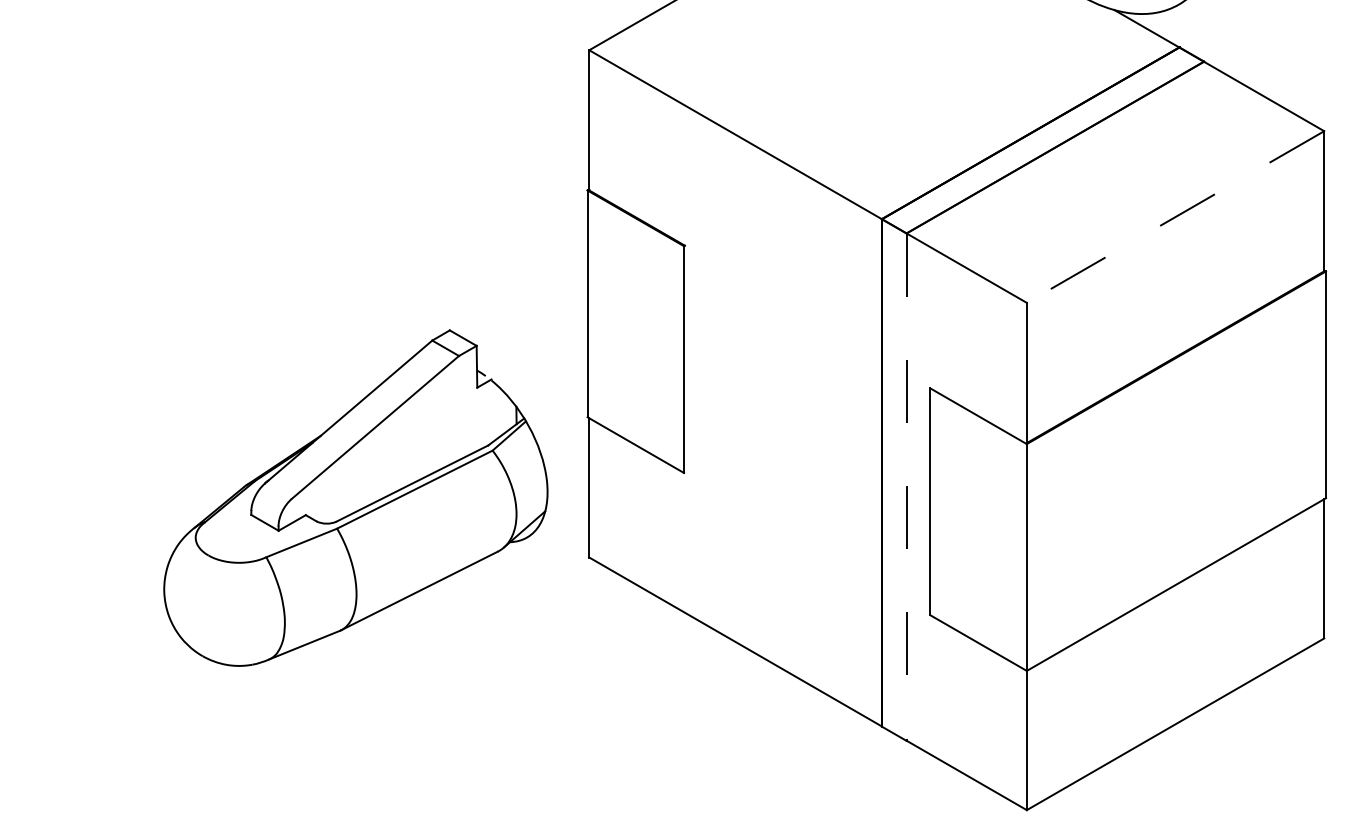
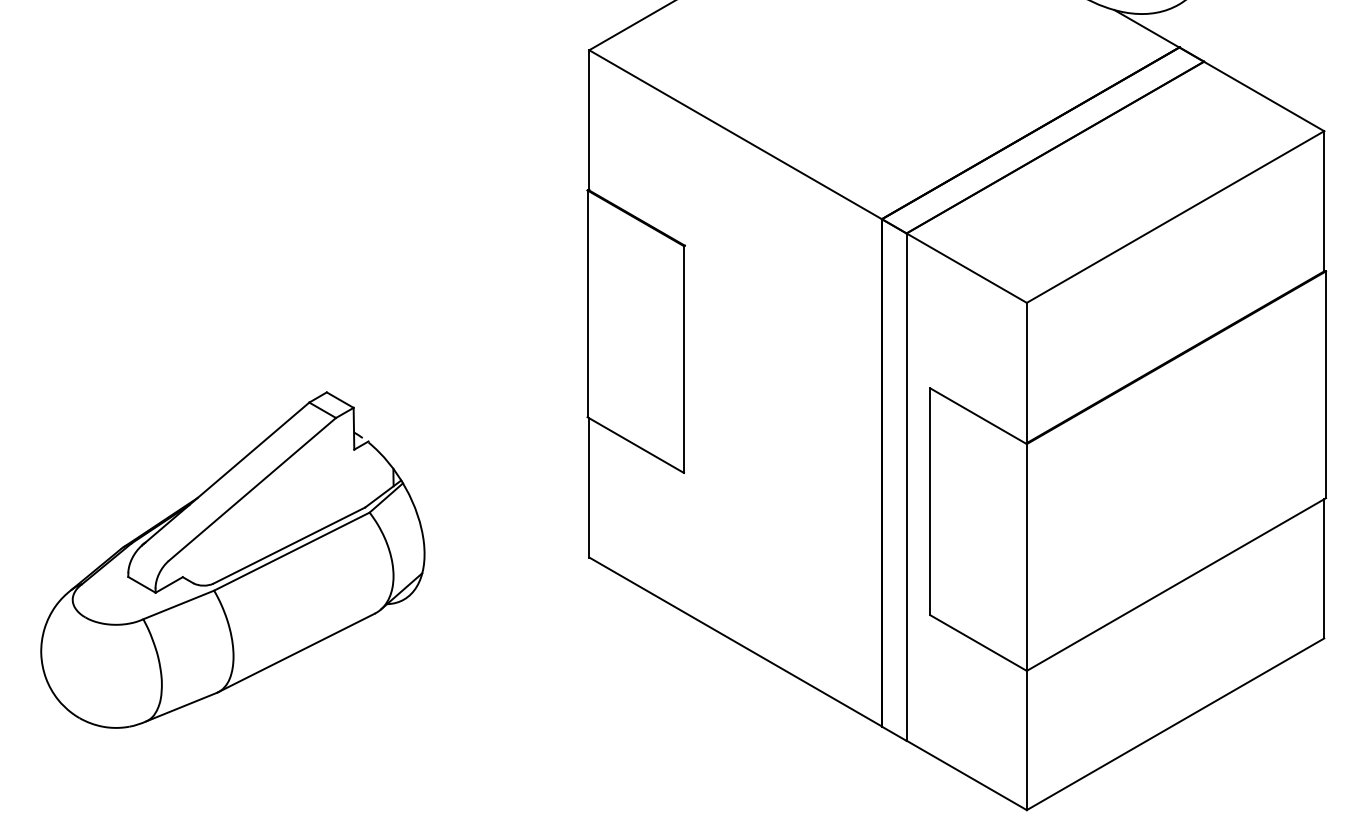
line at (1175, 217): dashed -> solid
line at (906, 487): dashed -> solid
part at (355, 497) position: (355, 497) -> (232, 559)
